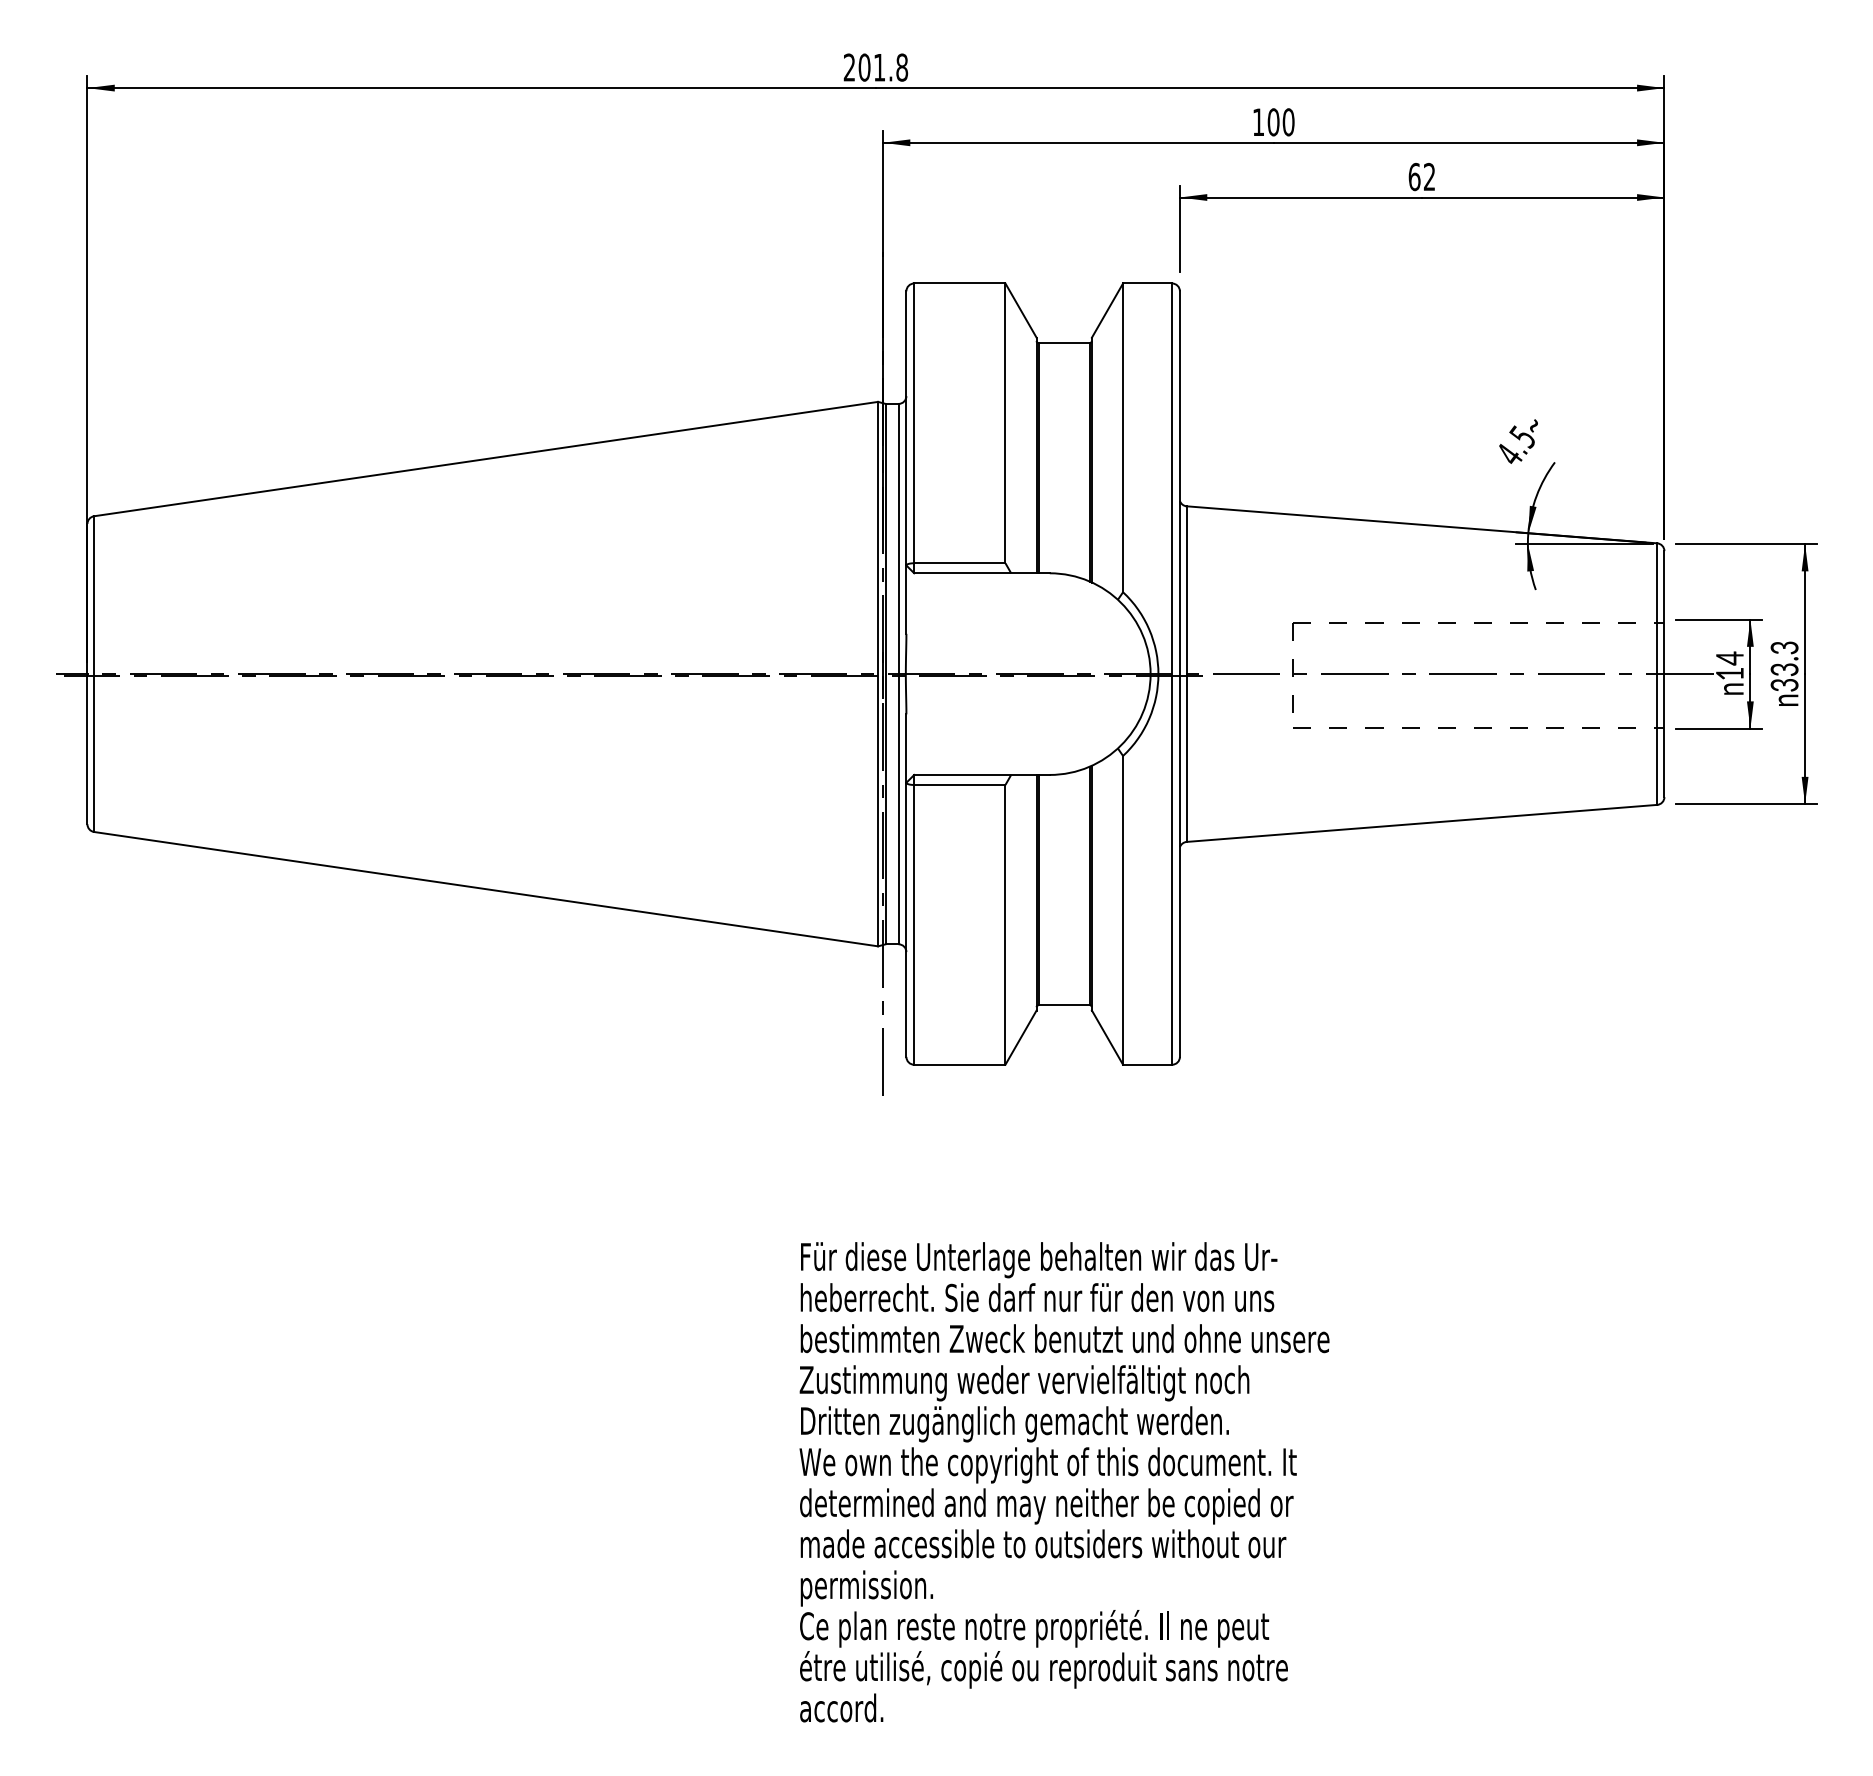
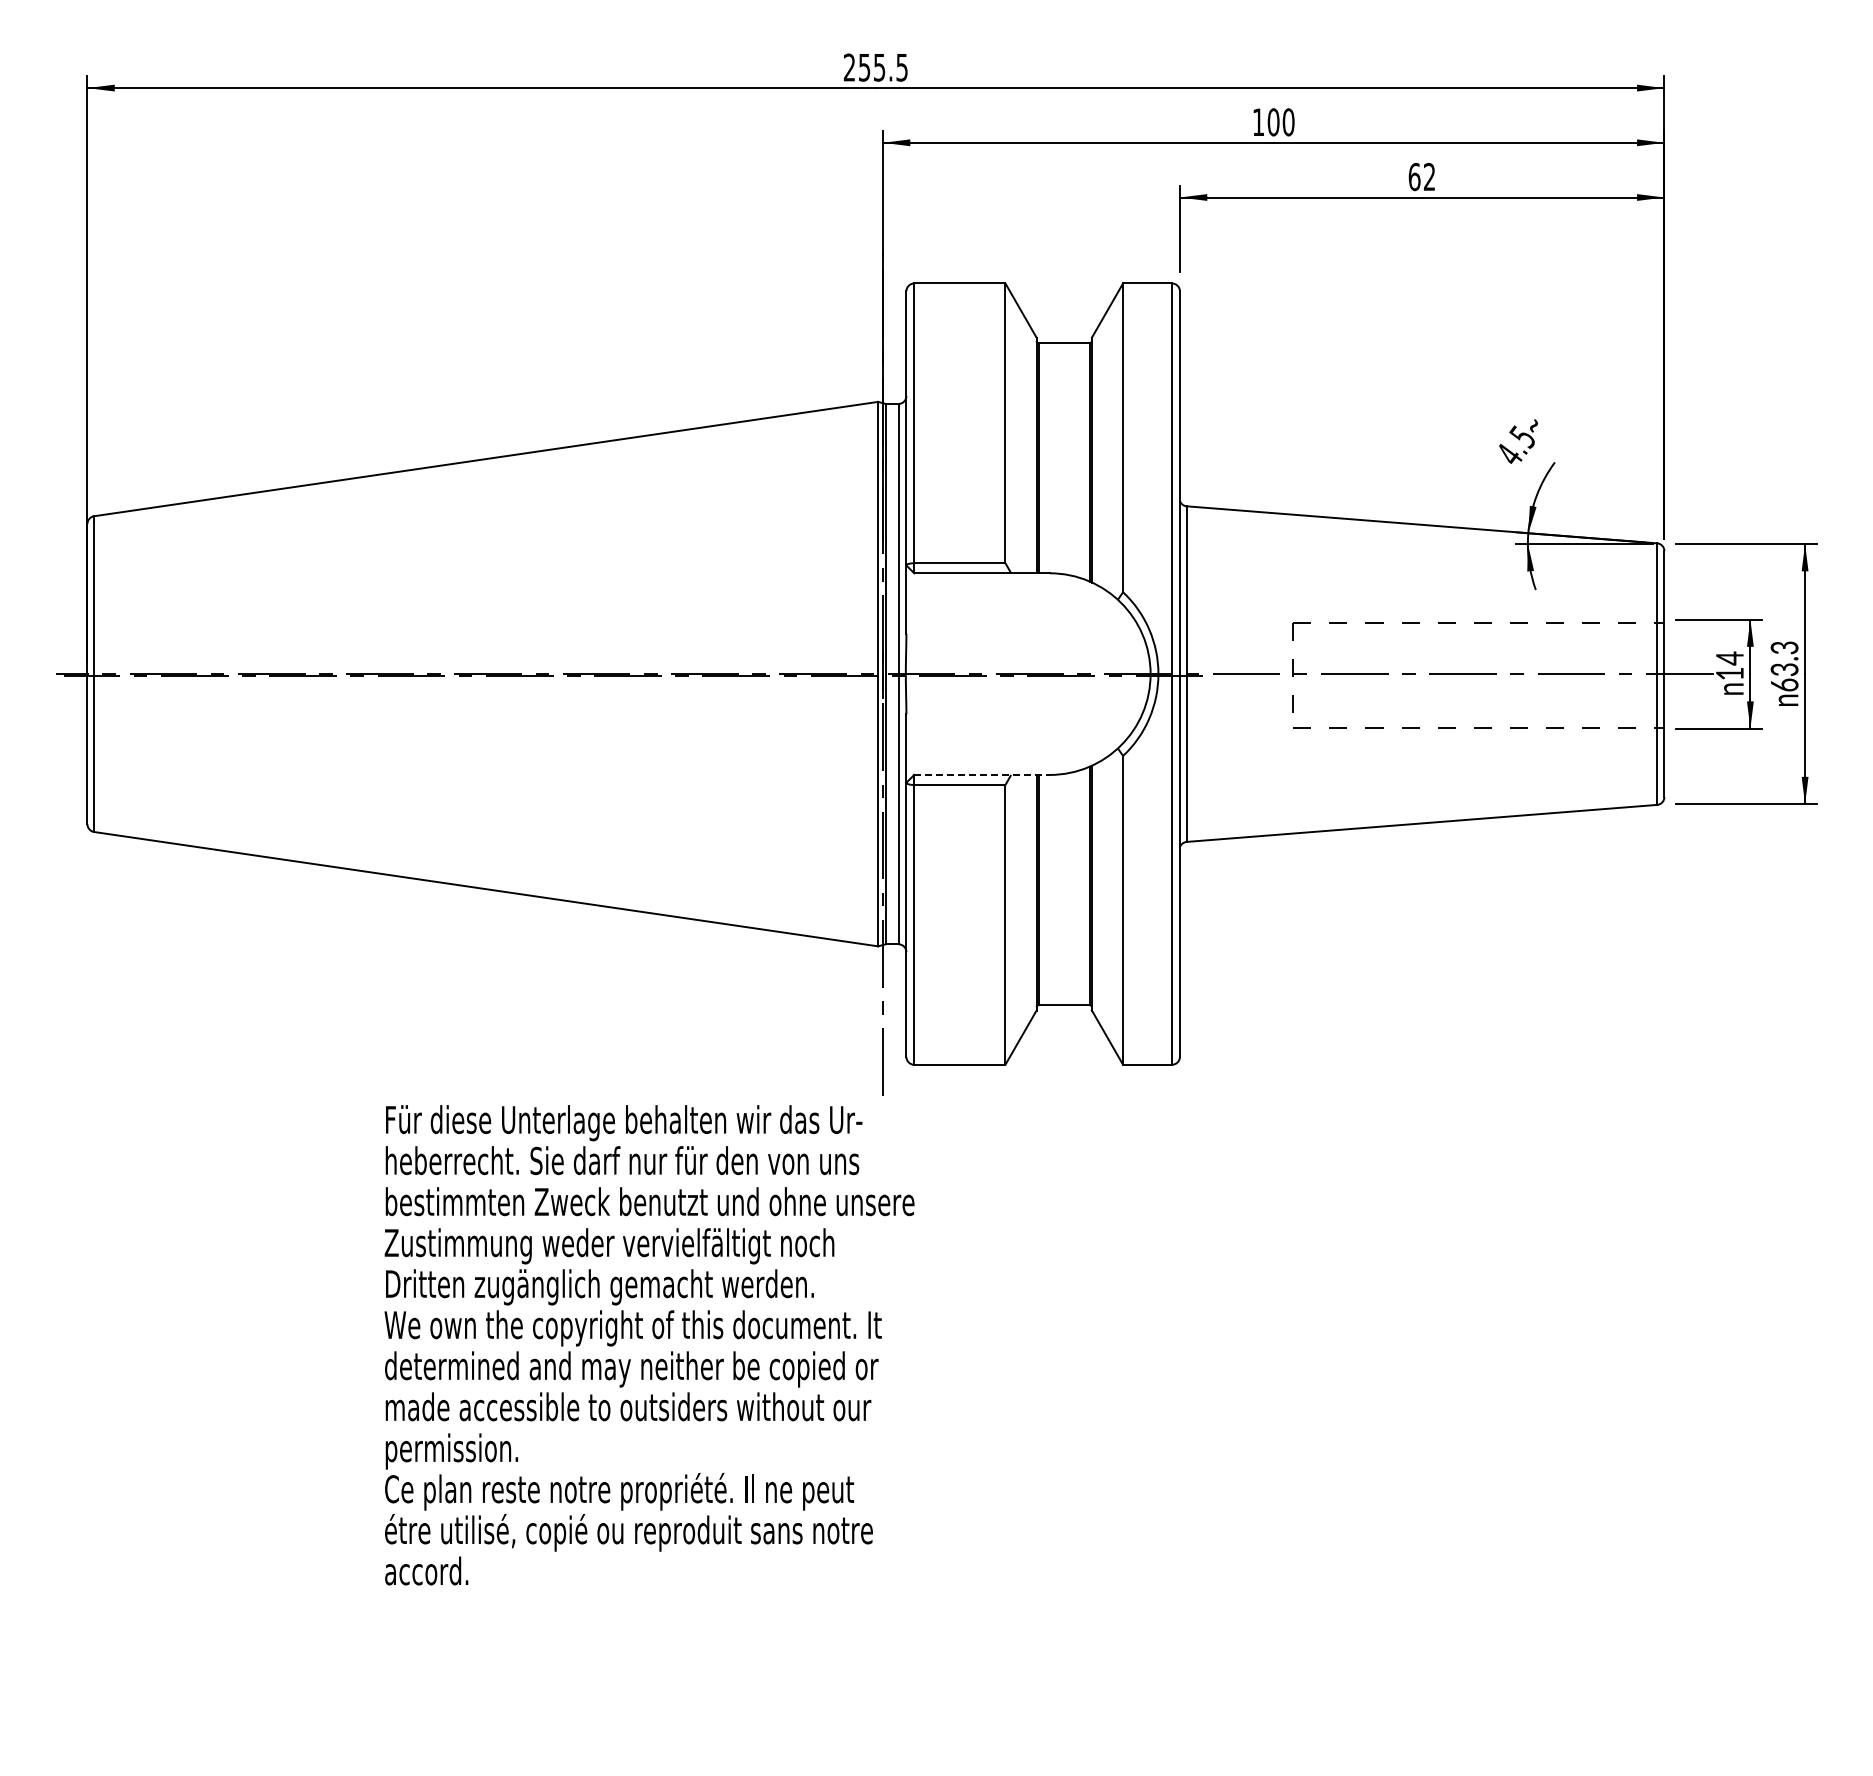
text at (883, 67): 201.8 -> 255.5
text at (1784, 684): 33.3 -> 63.3
line at (982, 774): solid -> dashed
text at (1064, 1482) position: (1064, 1482) -> (649, 1345)
